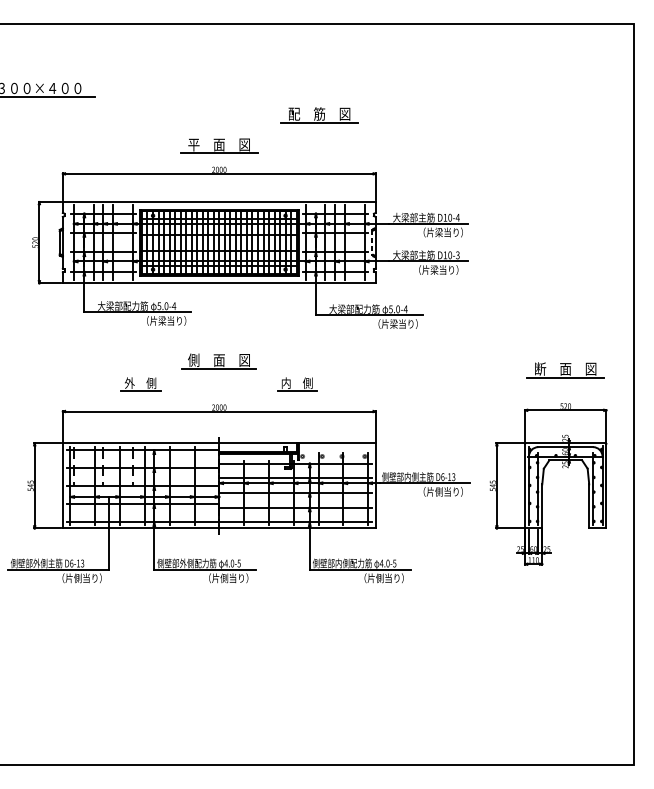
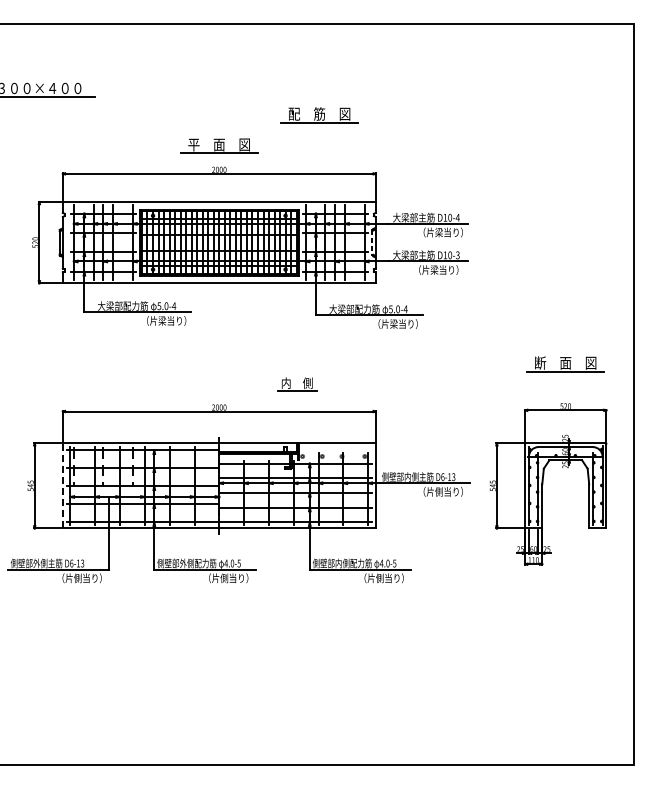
part at (218, 361): present -> none
part at (565, 370) position: (565, 370) -> (565, 364)
part at (140, 384): present -> none
line at (62, 485): solid -> dashed
